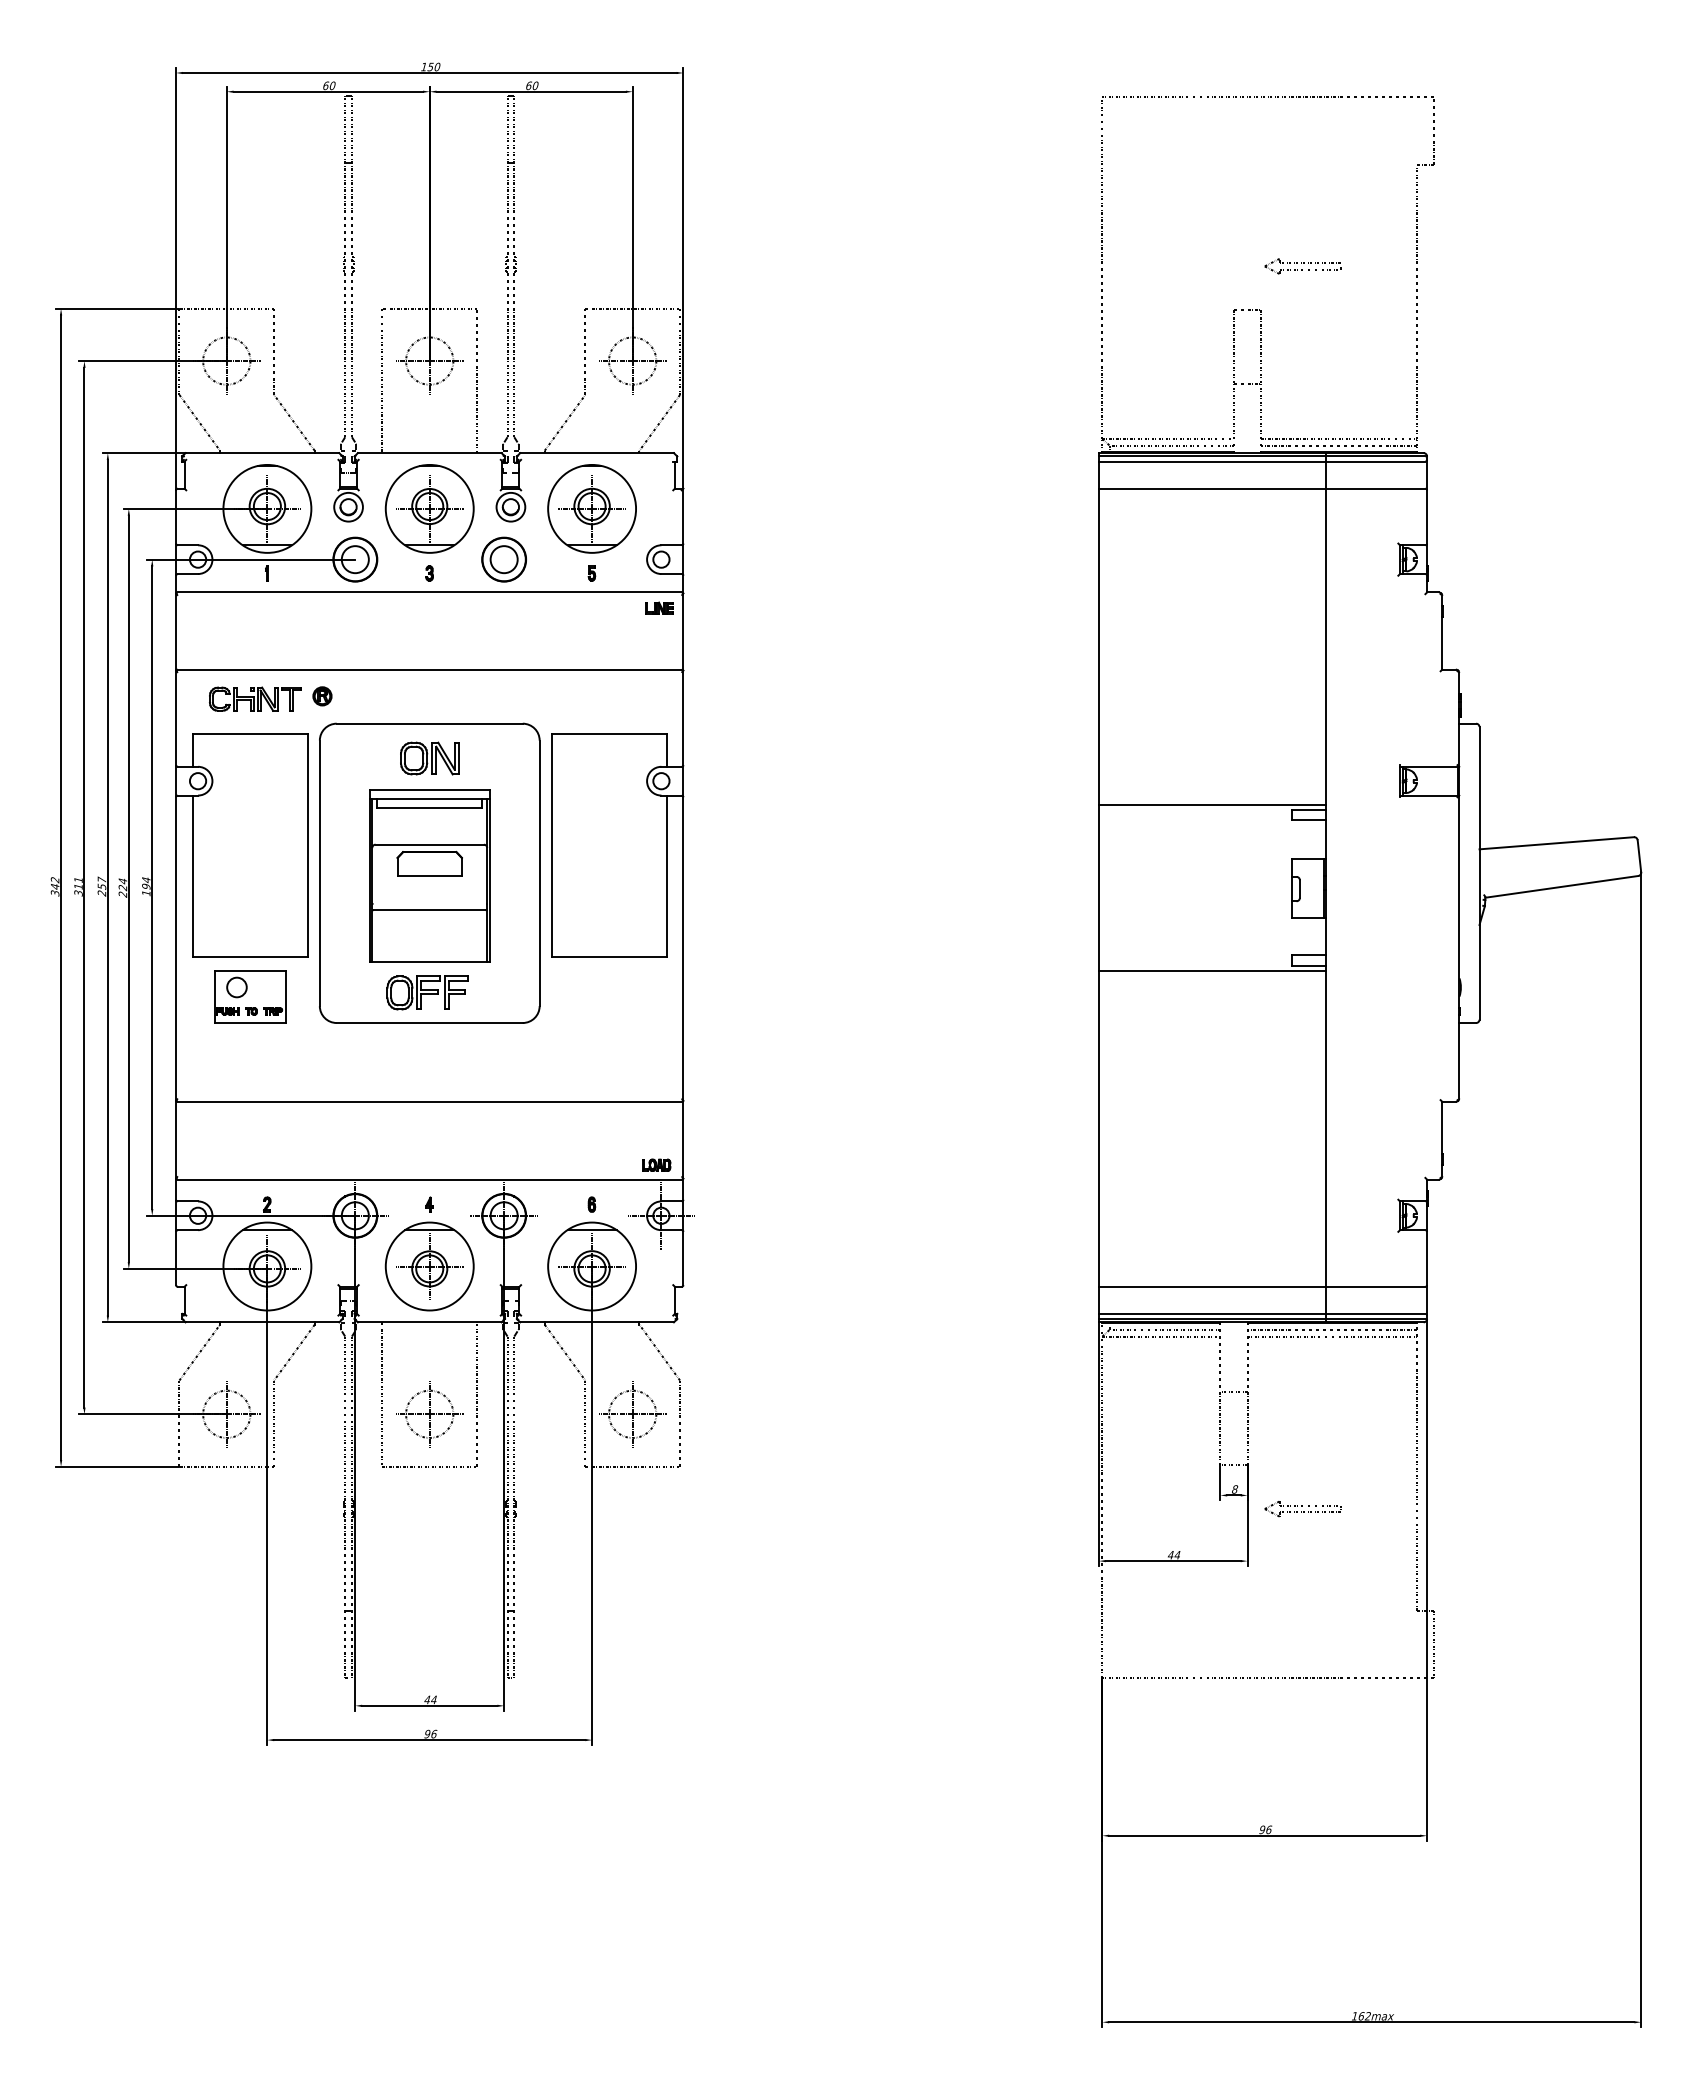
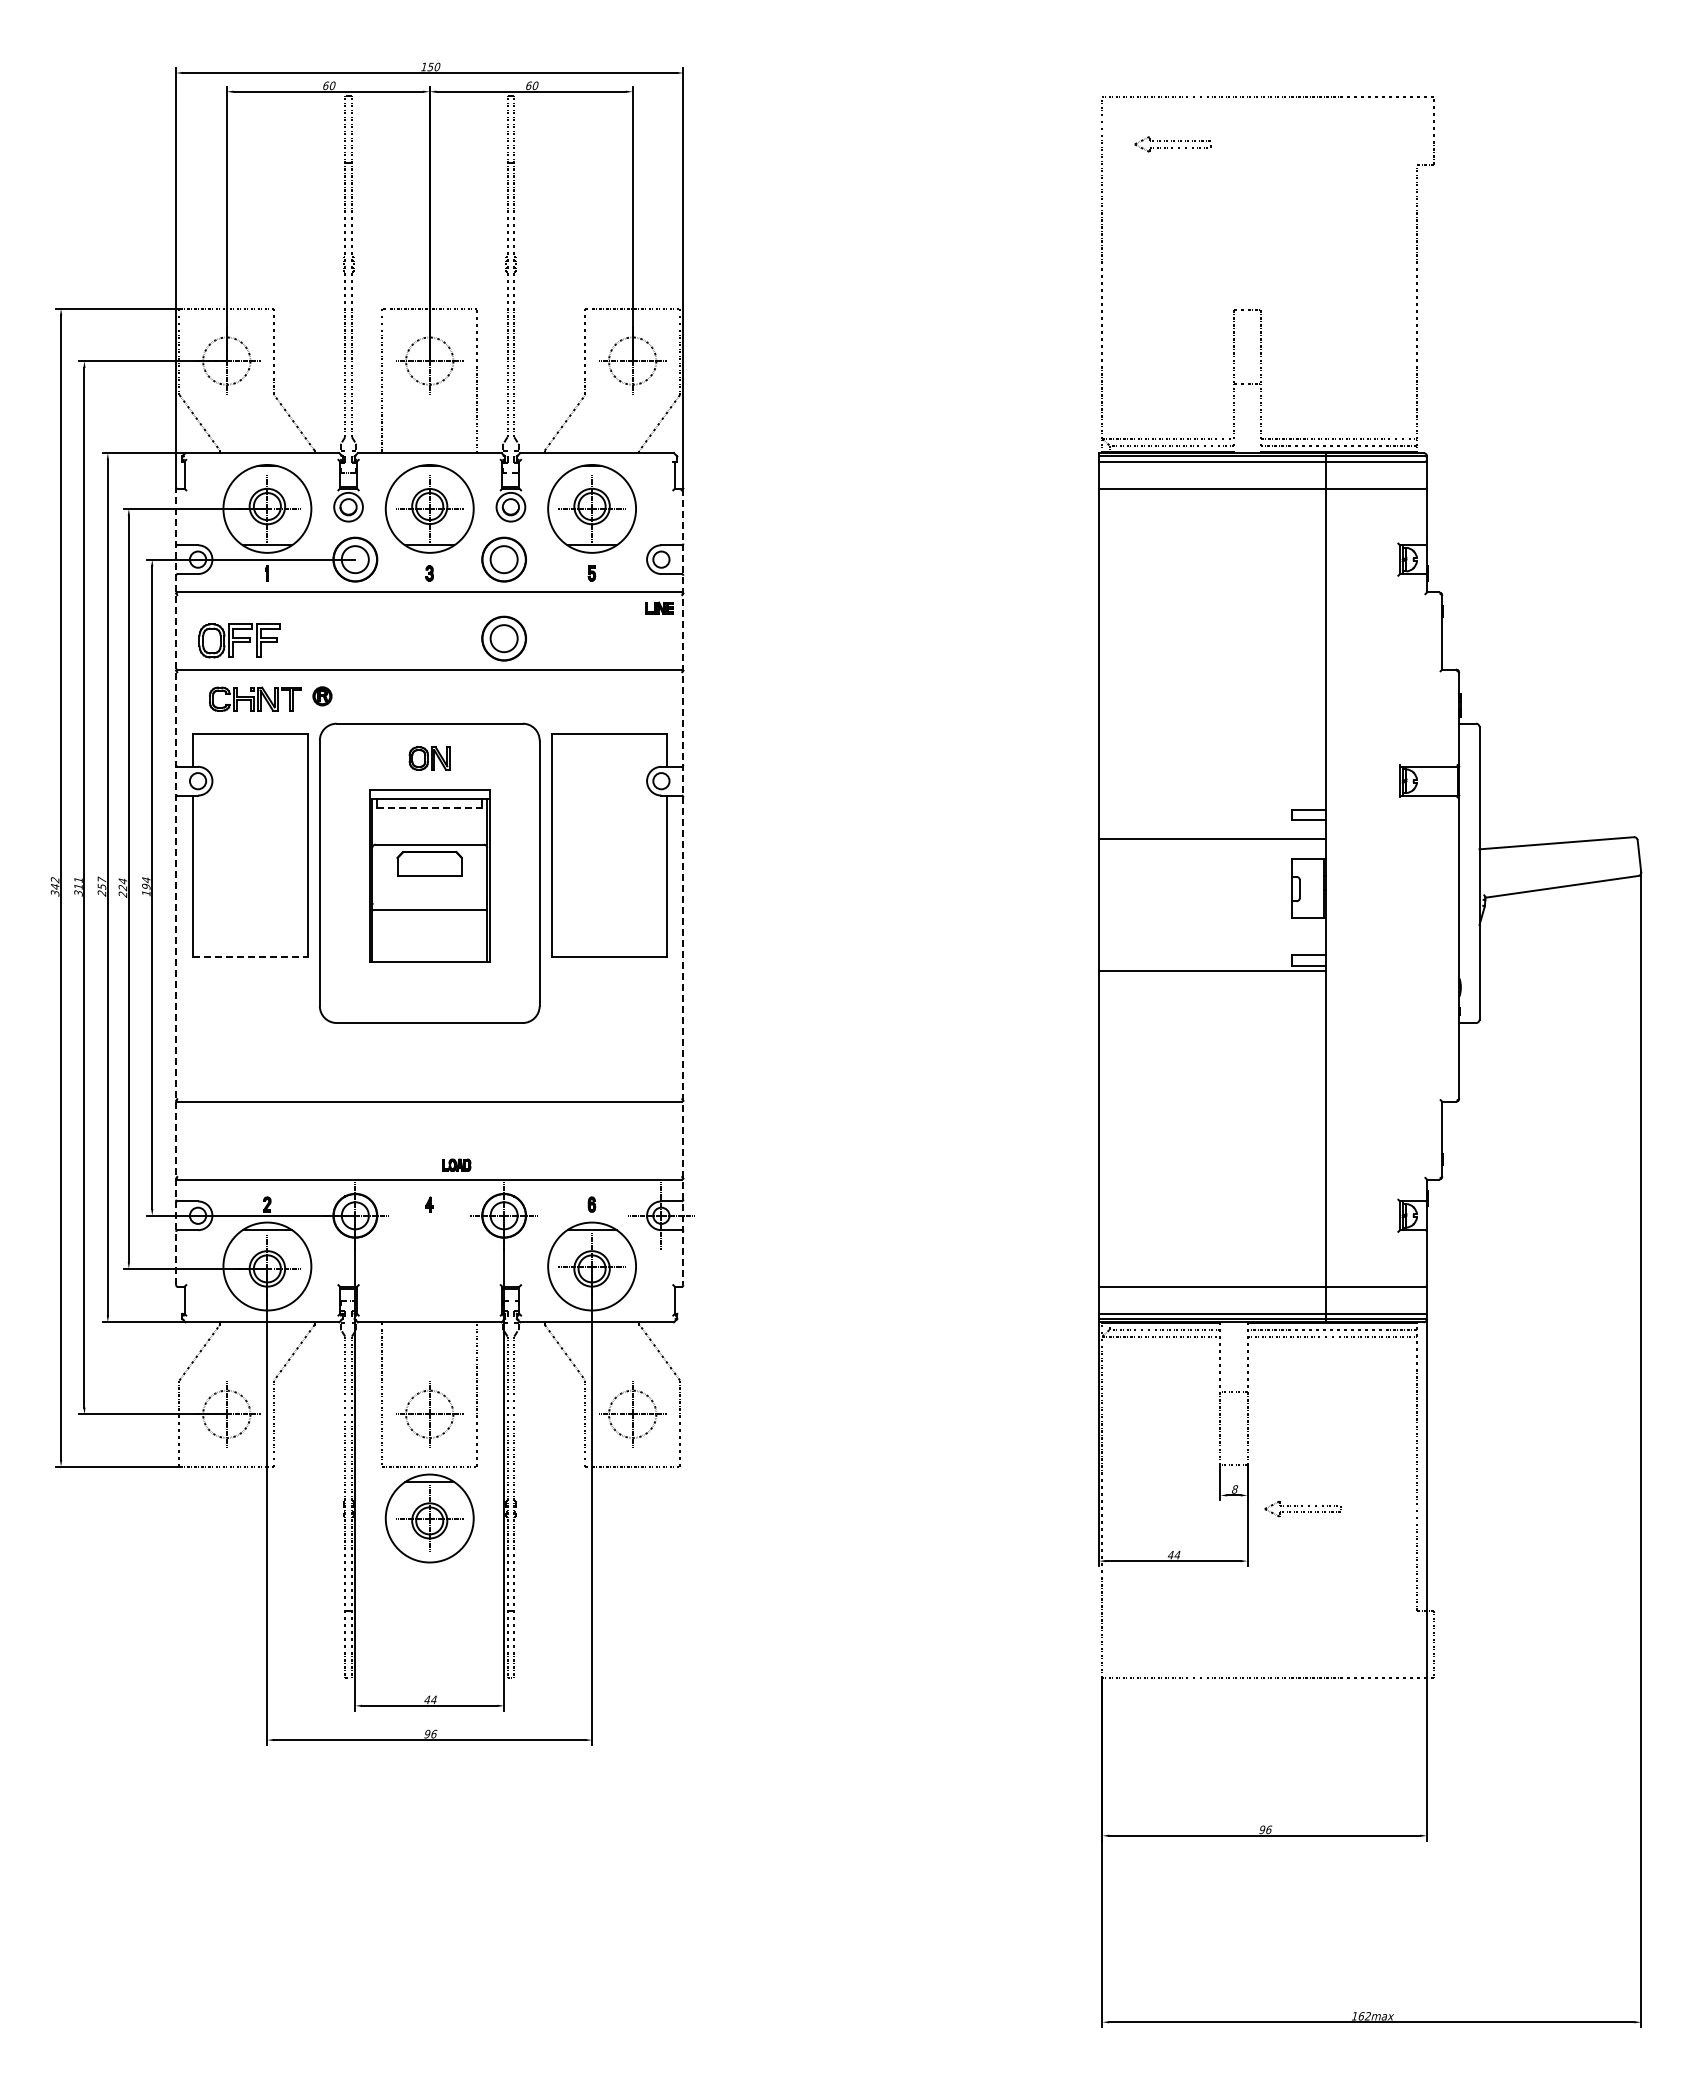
part at (1302, 266) position: (1302, 266) -> (1172, 144)
part at (503, 638): none -> present
part at (429, 758) size: 60x35 px -> 43x25 px
line at (1212, 804) position: (1212, 804) -> (1212, 838)
line at (430, 807): solid -> dashed
line at (176, 887): solid -> dashed
line at (683, 887): solid -> dashed
line at (251, 957): solid -> dashed
part at (427, 992) position: (427, 992) -> (239, 640)
part at (250, 996): present -> none
part at (656, 1164) position: (656, 1164) -> (456, 1164)
part at (429, 1266) position: (429, 1266) -> (429, 1518)
